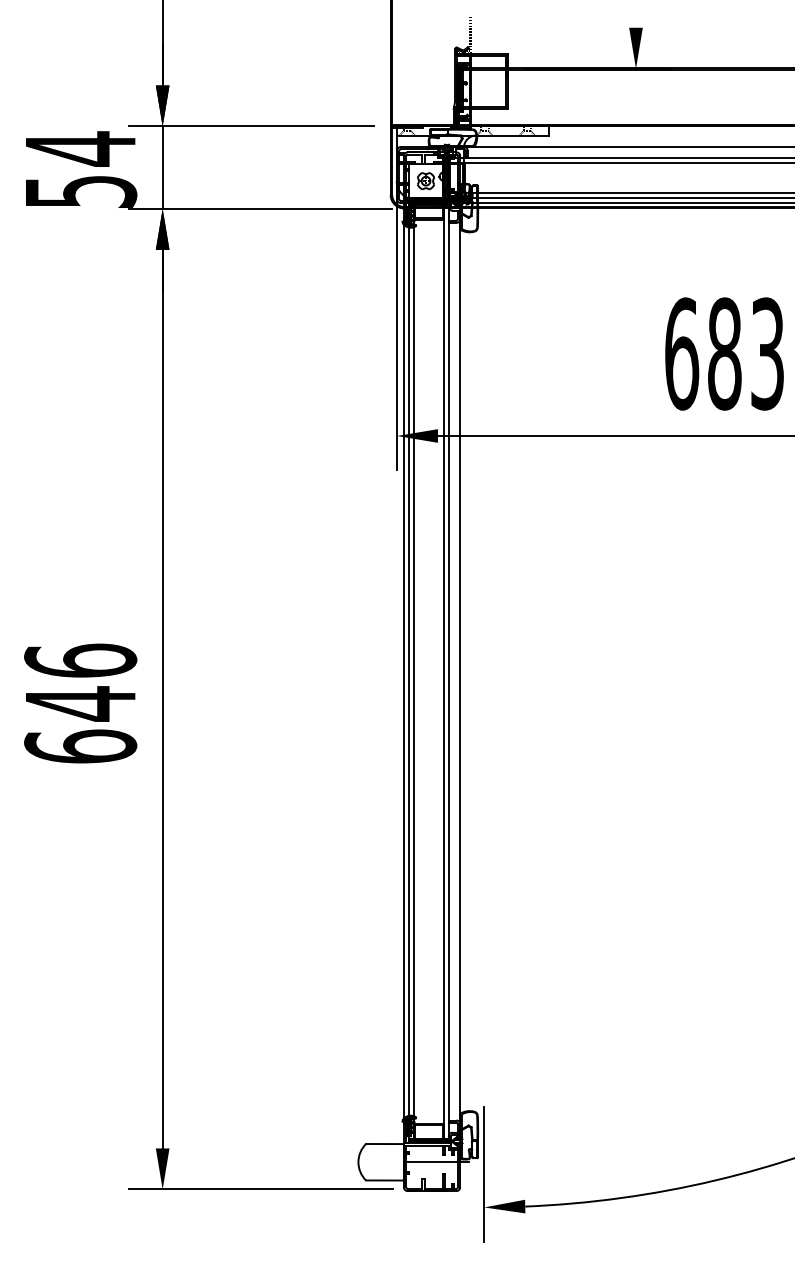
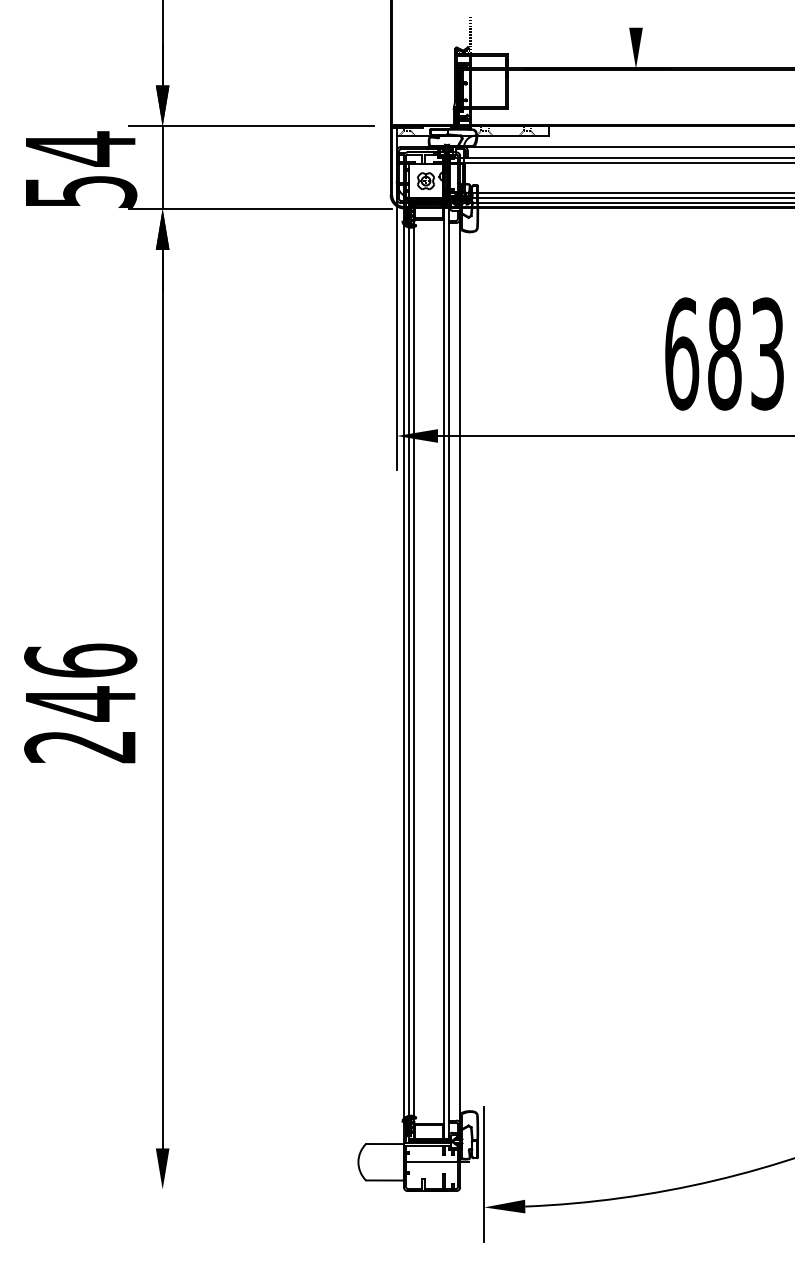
text at (80, 746): 646 -> 246
line at (260, 1189): present -> none
